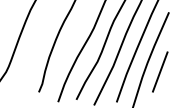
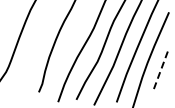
line at (160, 72): solid -> dashed
